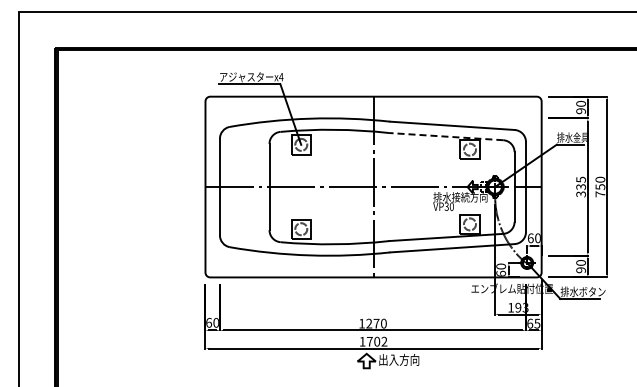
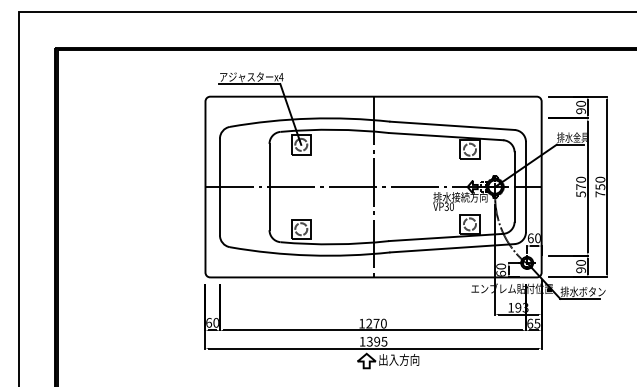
line at (445, 136): dashed -> solid
text at (581, 186): 335 -> 570
text at (376, 341): 1702 -> 1395
